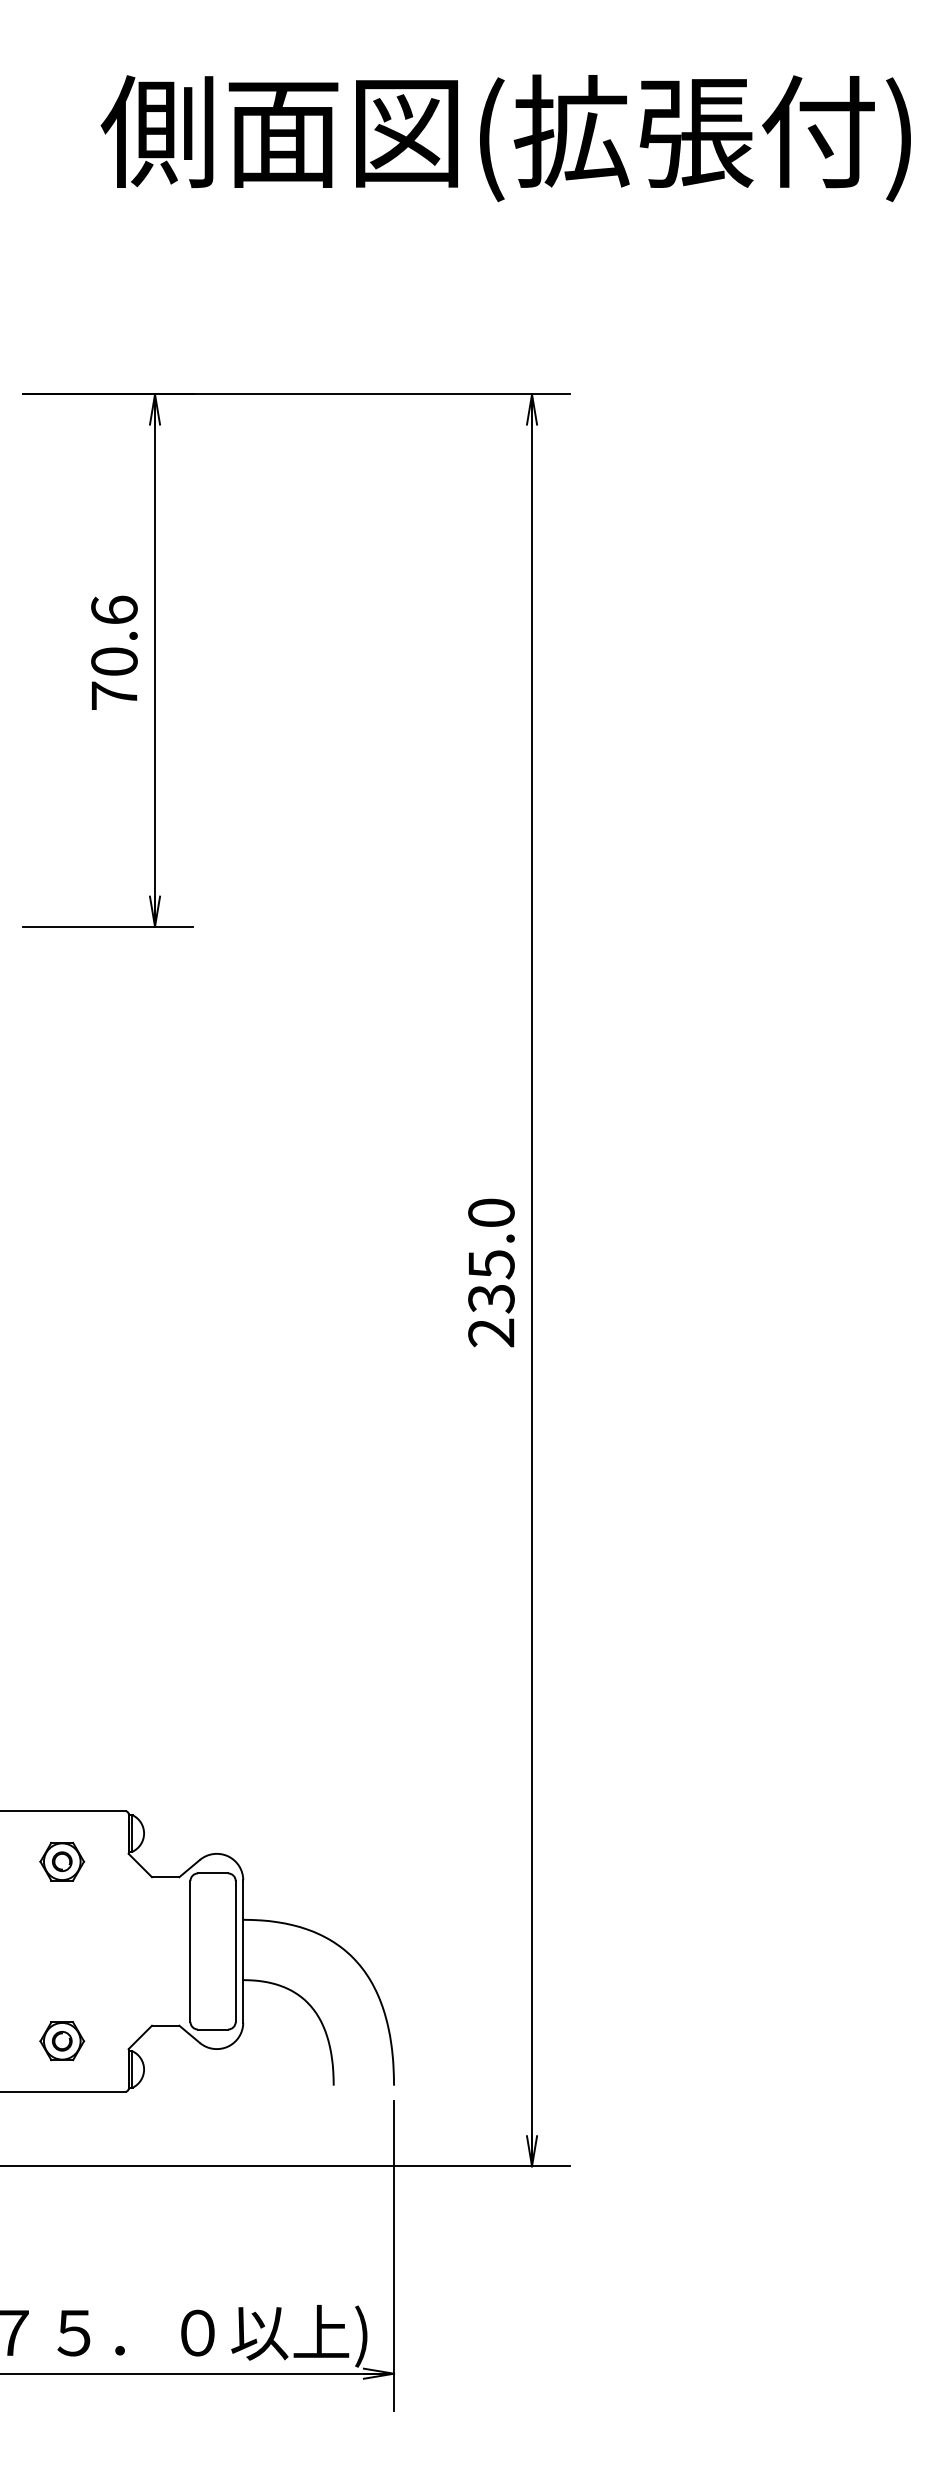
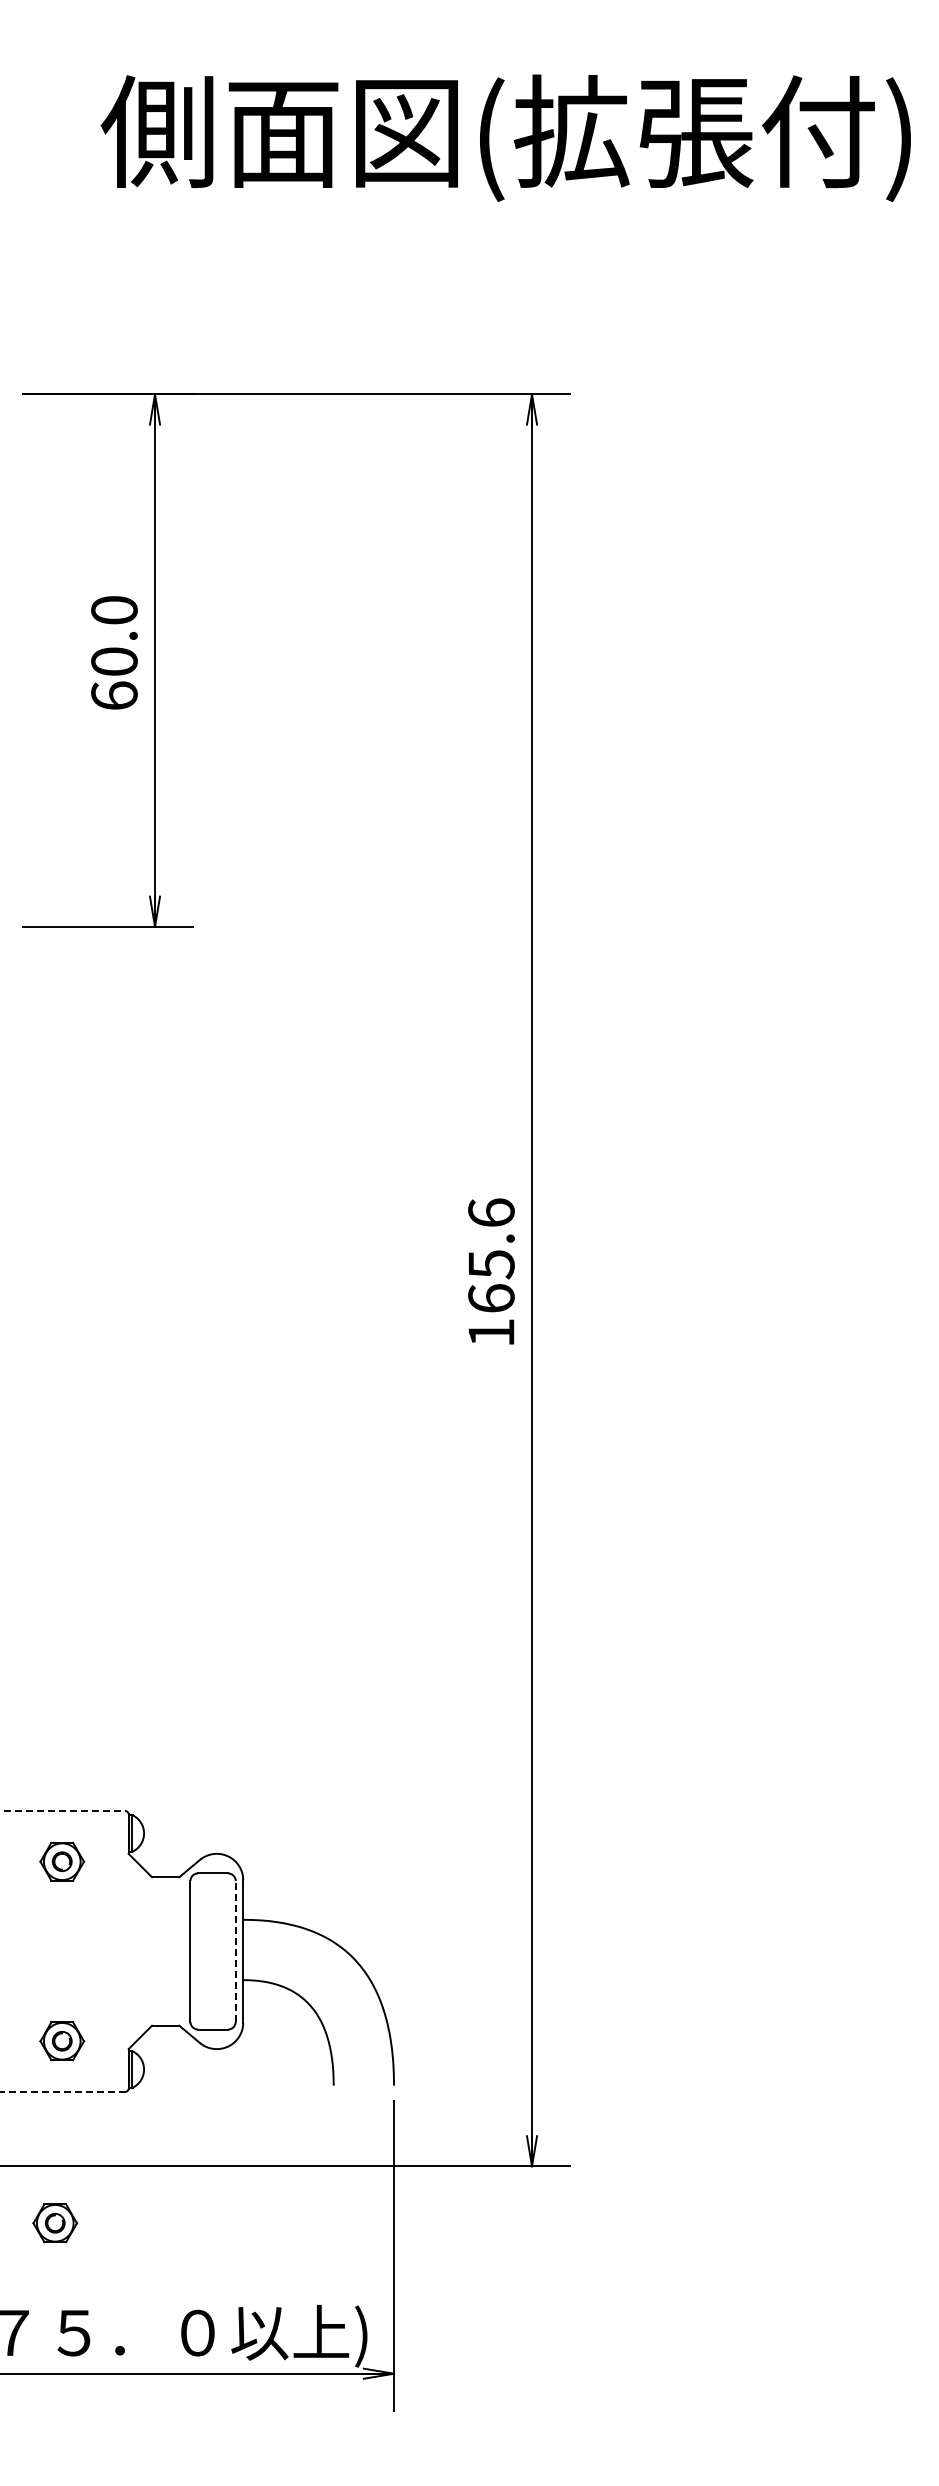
text at (114, 652): 70.6 -> 60.0
text at (491, 1272): 235.0 -> 165.6
line at (62, 1811): solid -> dashed
line at (235, 1950): solid -> dashed
line at (62, 2091): solid -> dashed
part at (55, 2223): none -> present
